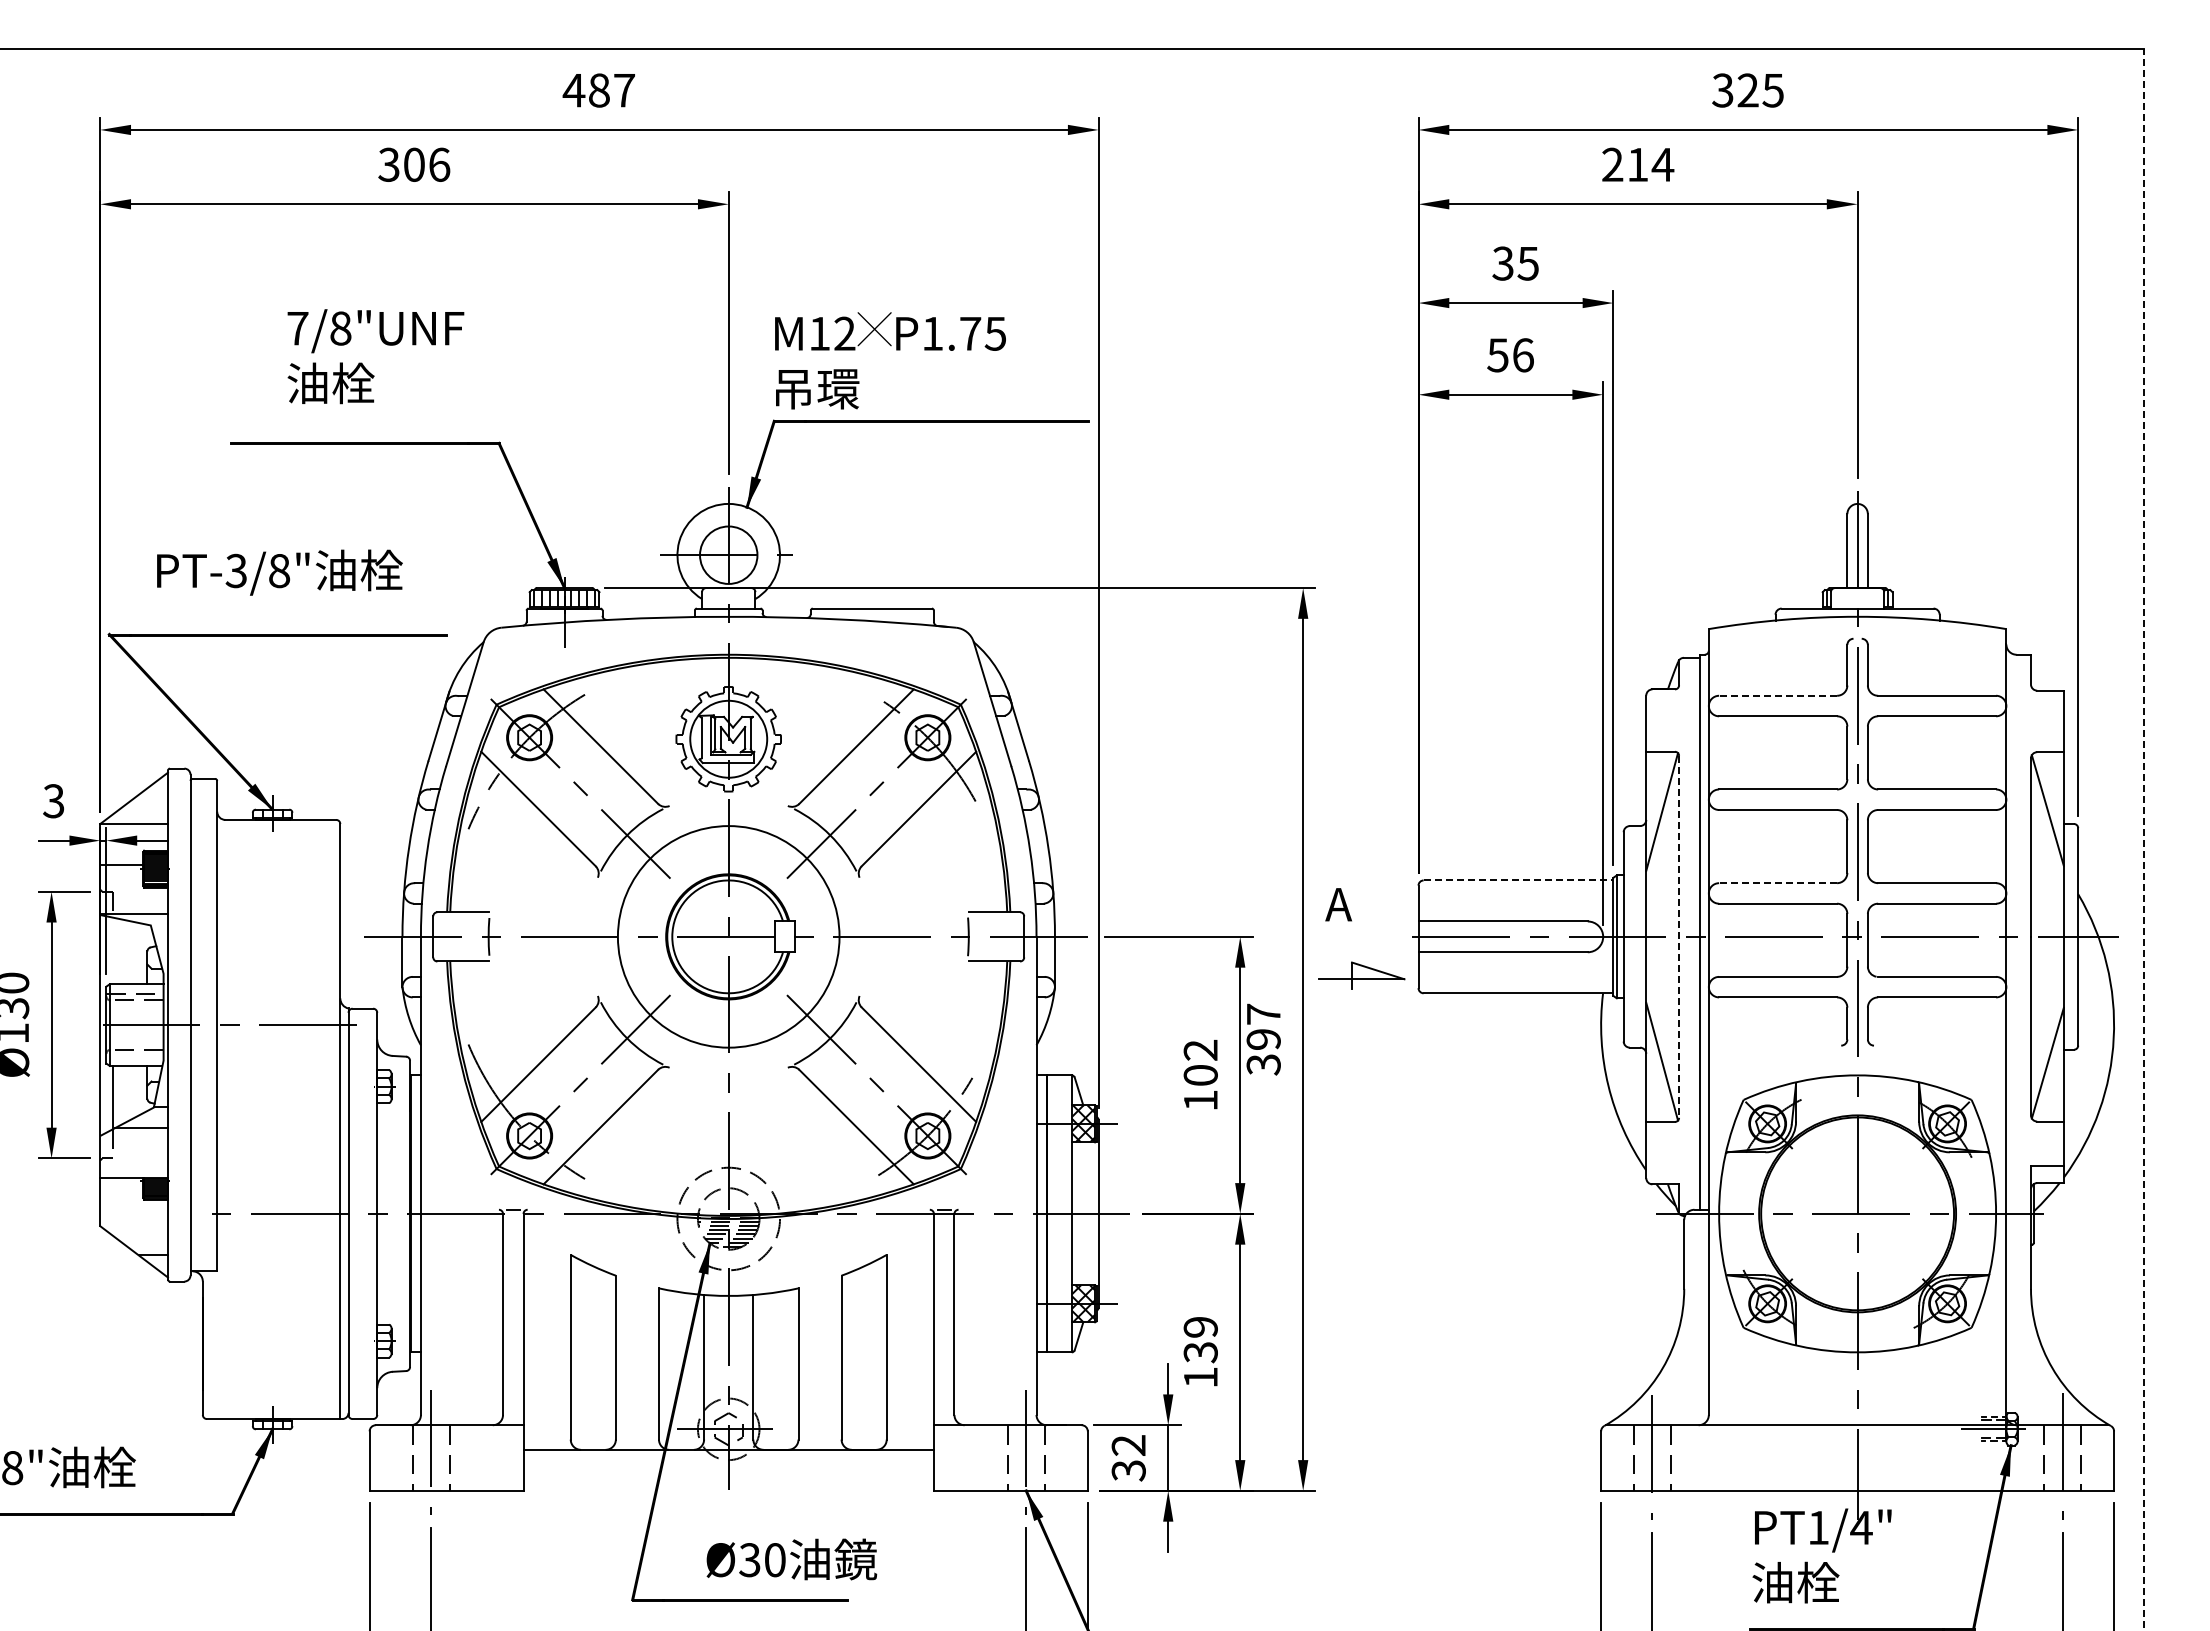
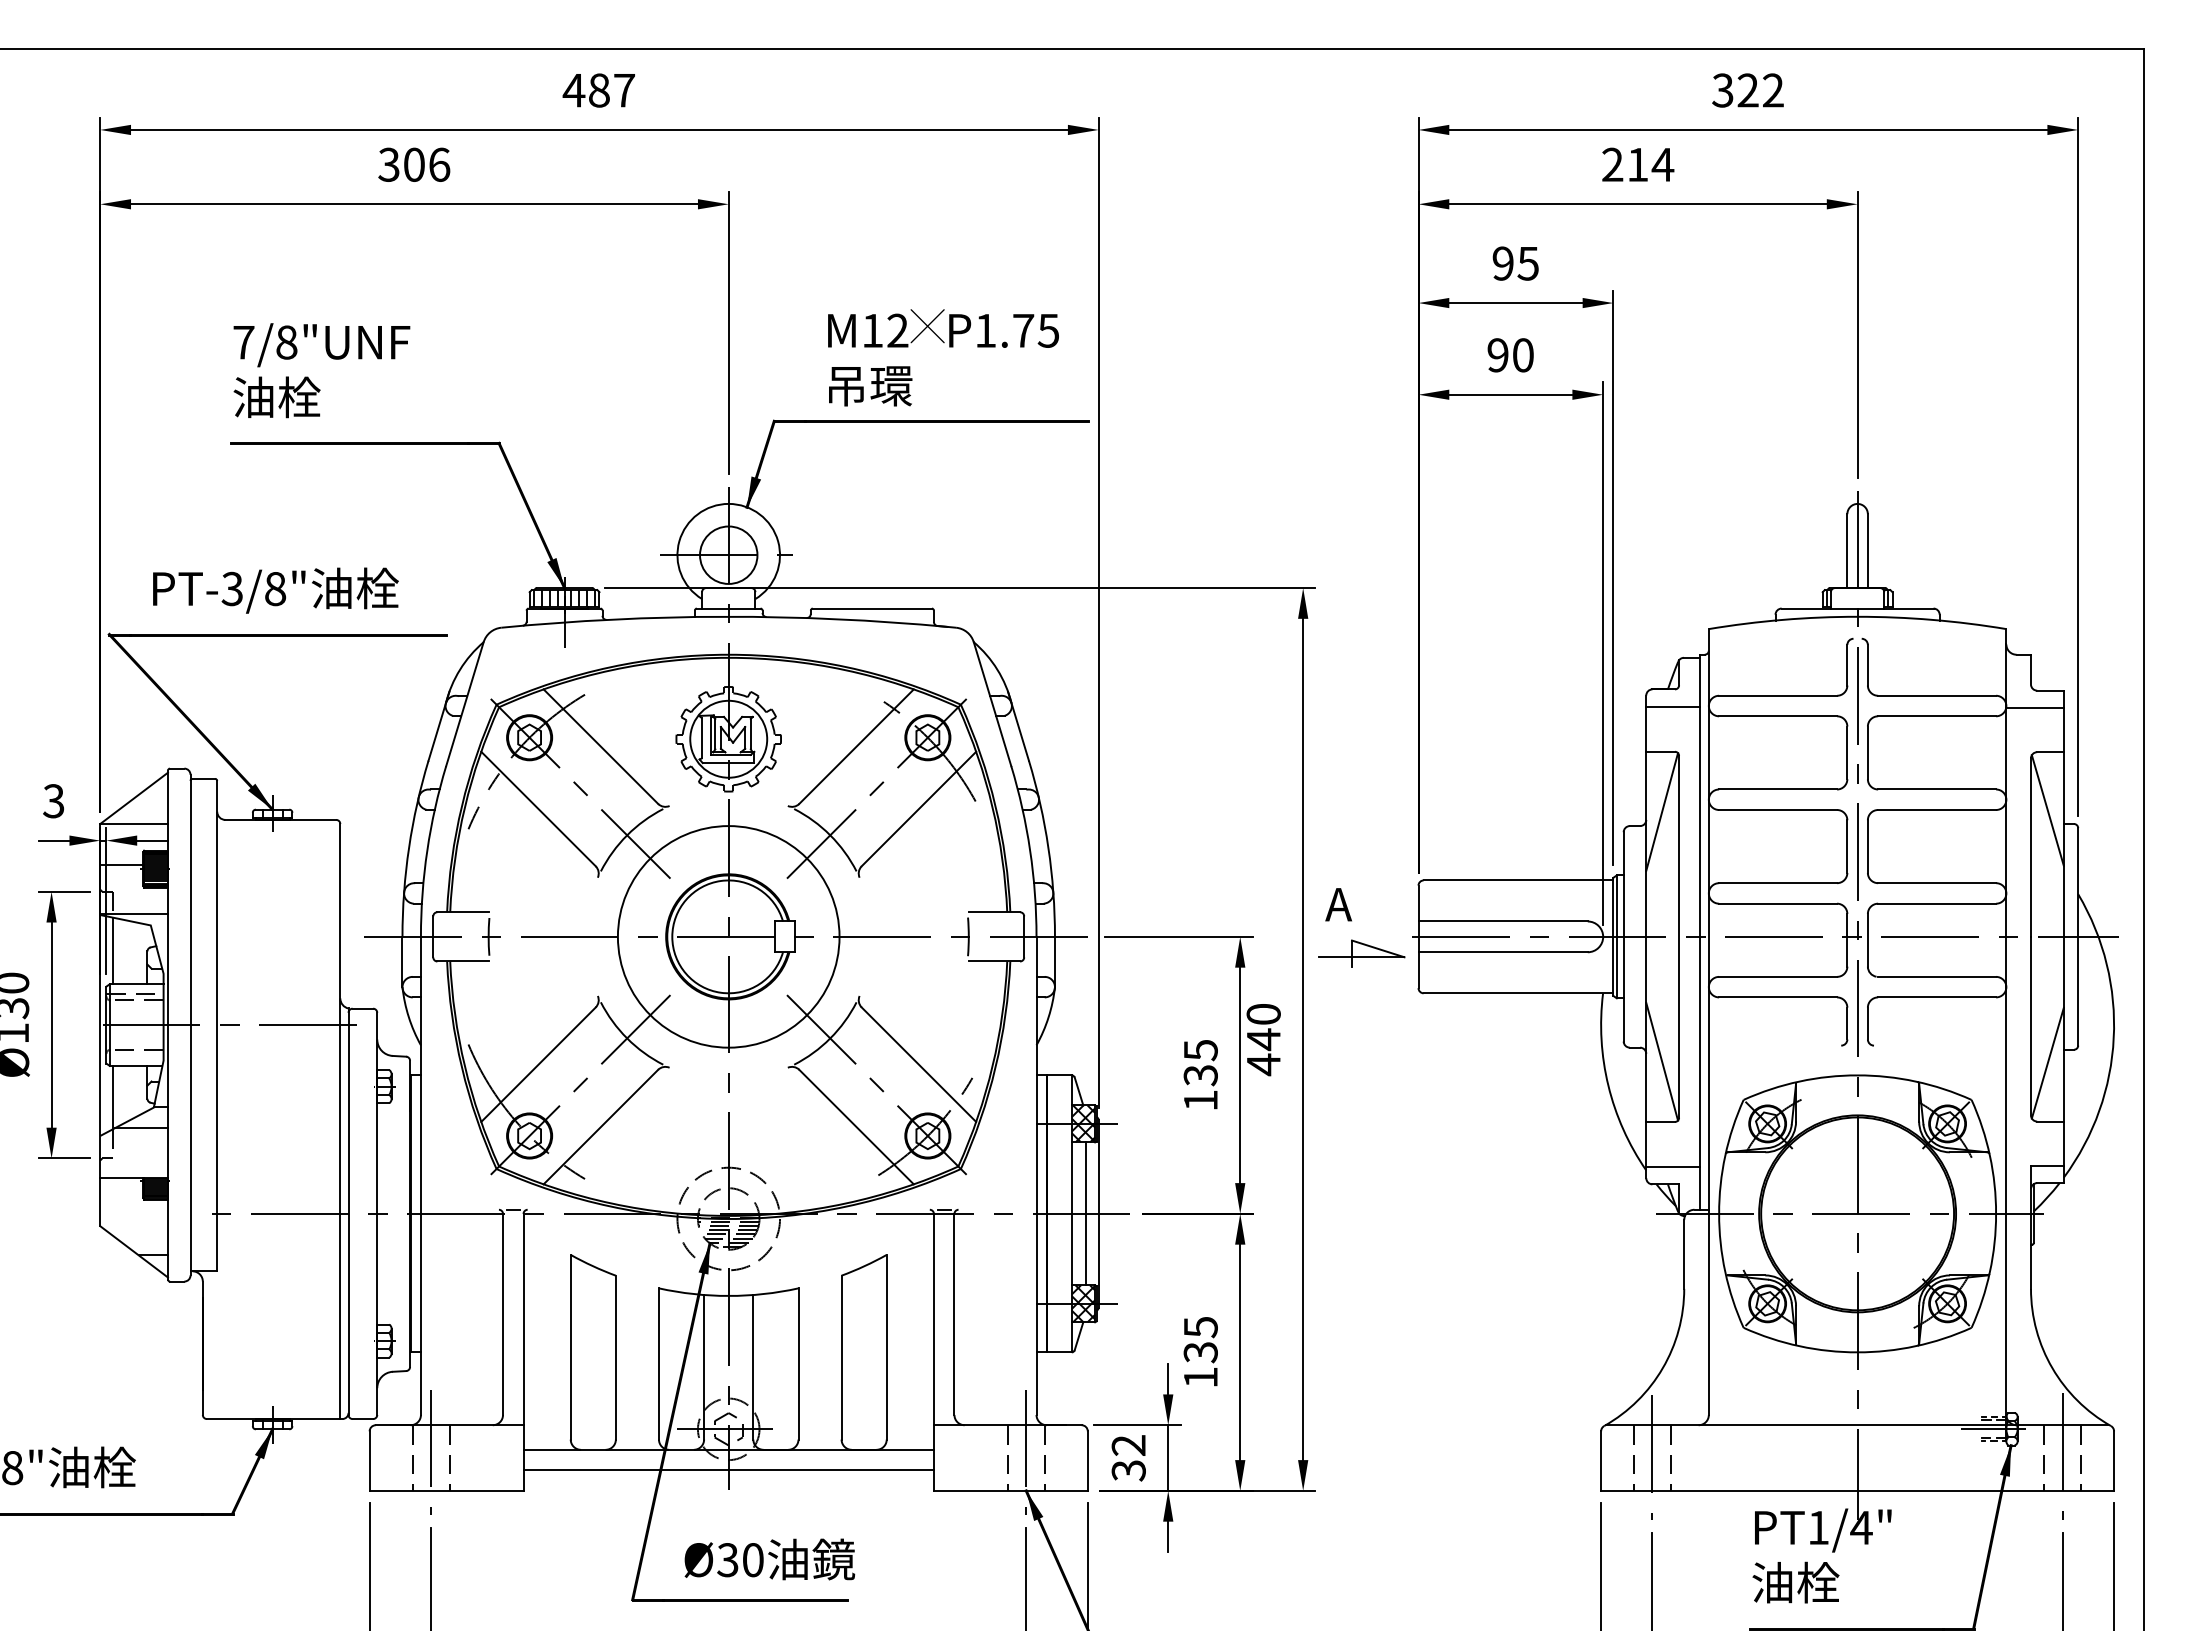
text at (1772, 90): 325 -> 322
text at (1502, 263): 35 -> 95
text at (1510, 355): 56 -> 90
text at (375, 356) position: (375, 356) -> (321, 370)
text at (890, 360) position: (890, 360) -> (943, 357)
text at (279, 572) position: (279, 572) -> (275, 590)
line at (1778, 695): dashed -> solid
line at (1672, 707): none -> present
line at (2034, 708): none -> present
line at (2143, 839): dashed -> solid
line at (1518, 880): dashed -> solid
line at (1778, 883): dashed -> solid
line at (1679, 936): dashed -> solid
line at (112, 950): none -> present
part at (1361, 975) position: (1361, 975) -> (1361, 953)
text at (1263, 1039): 397 -> 440
text at (1200, 1062): 102 -> 135
line at (1672, 1166): none -> present
line at (1086, 1213): none -> present
text at (1200, 1327): 139 -> 135
line at (728, 1470): none -> present
text at (791, 1559) position: (791, 1559) -> (769, 1559)
